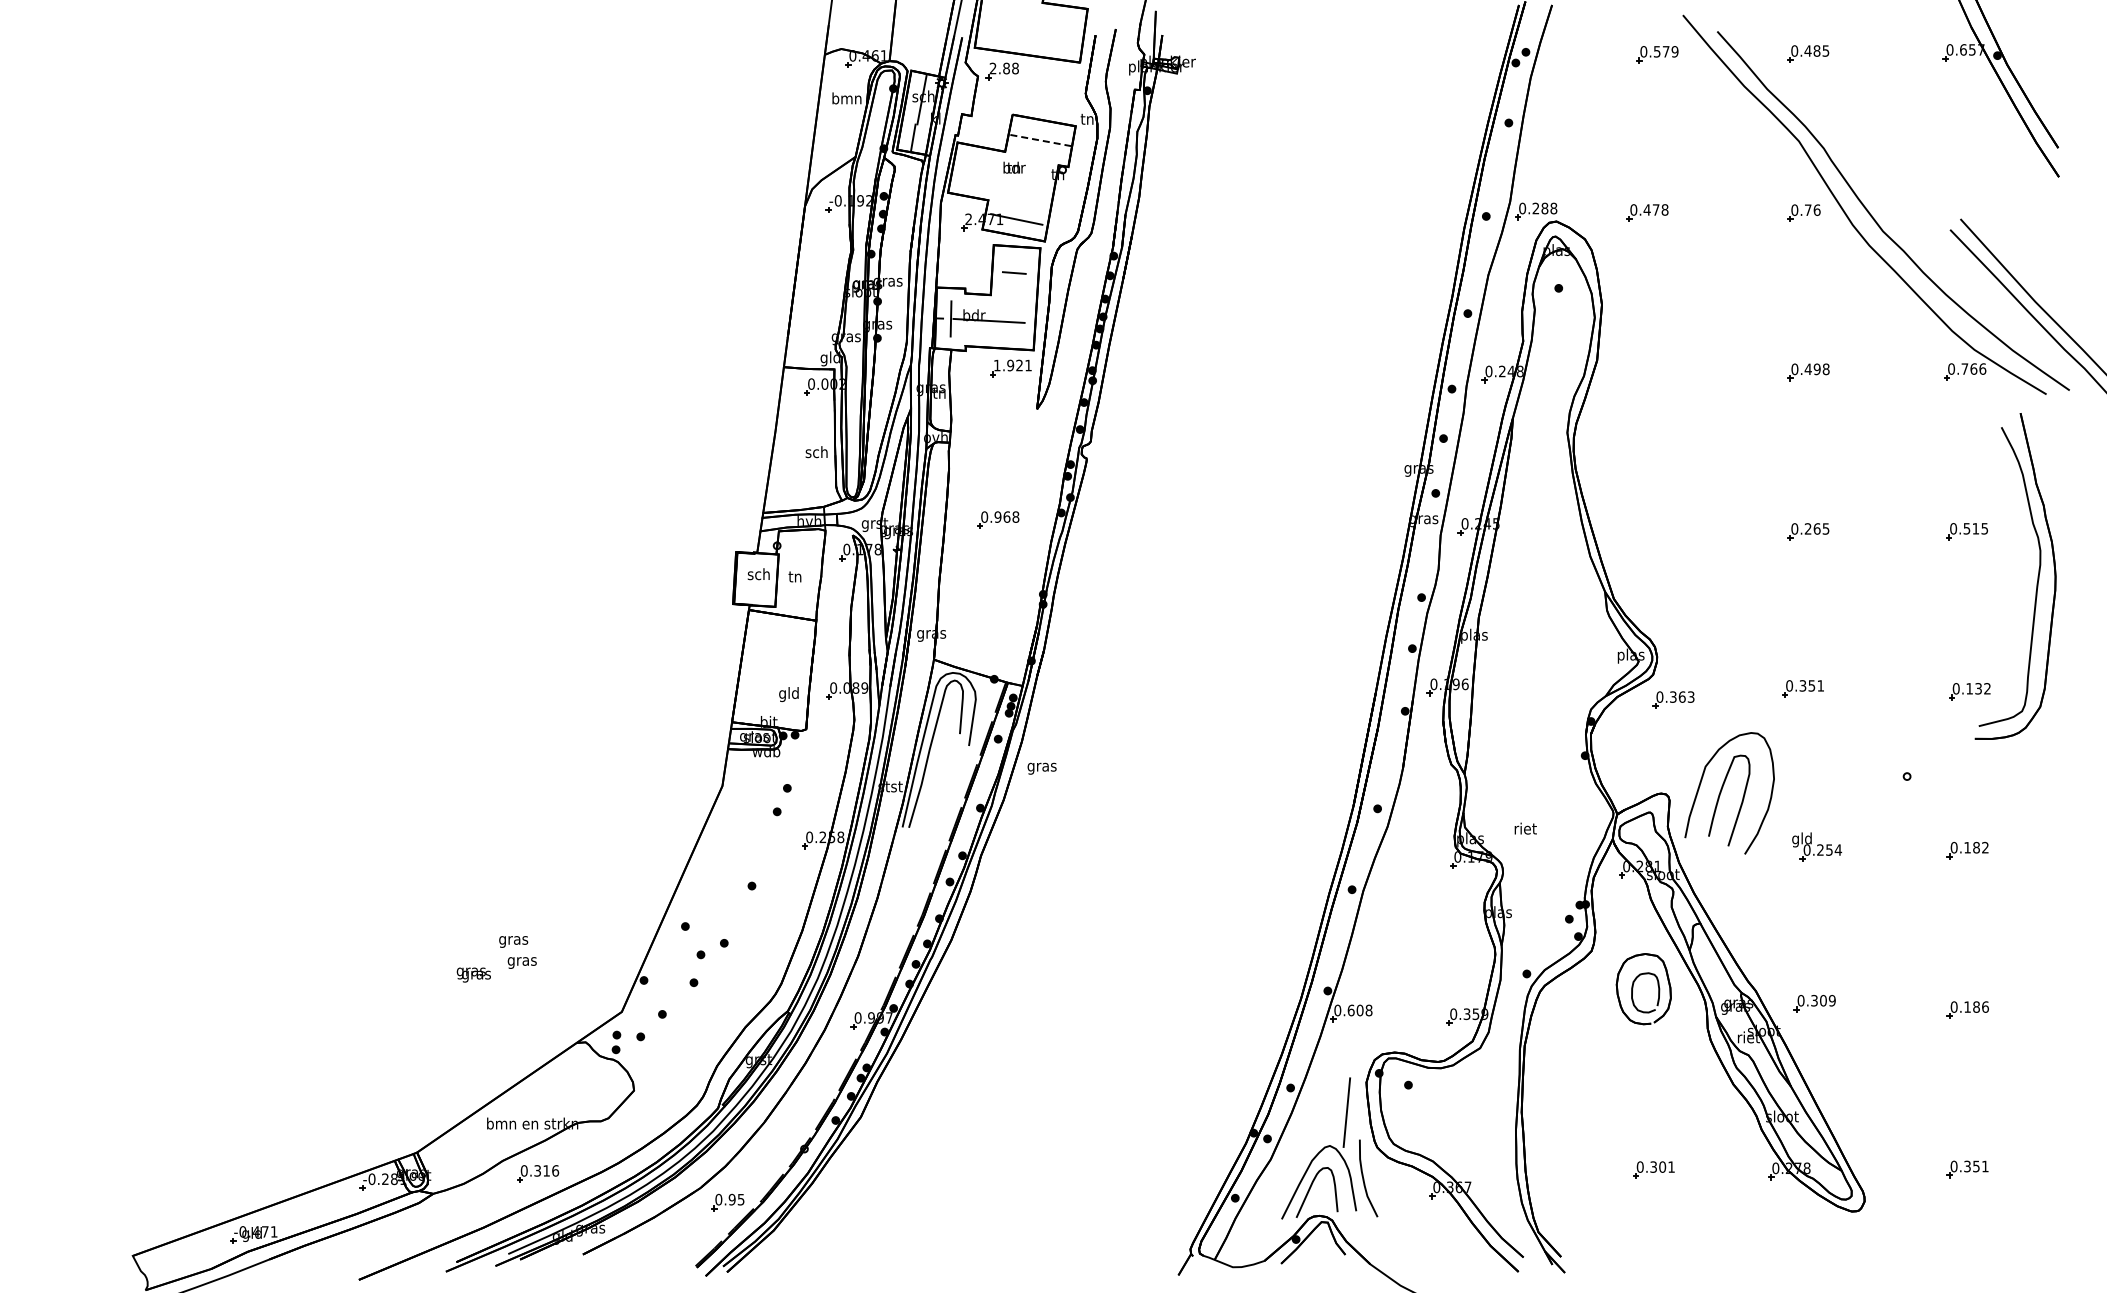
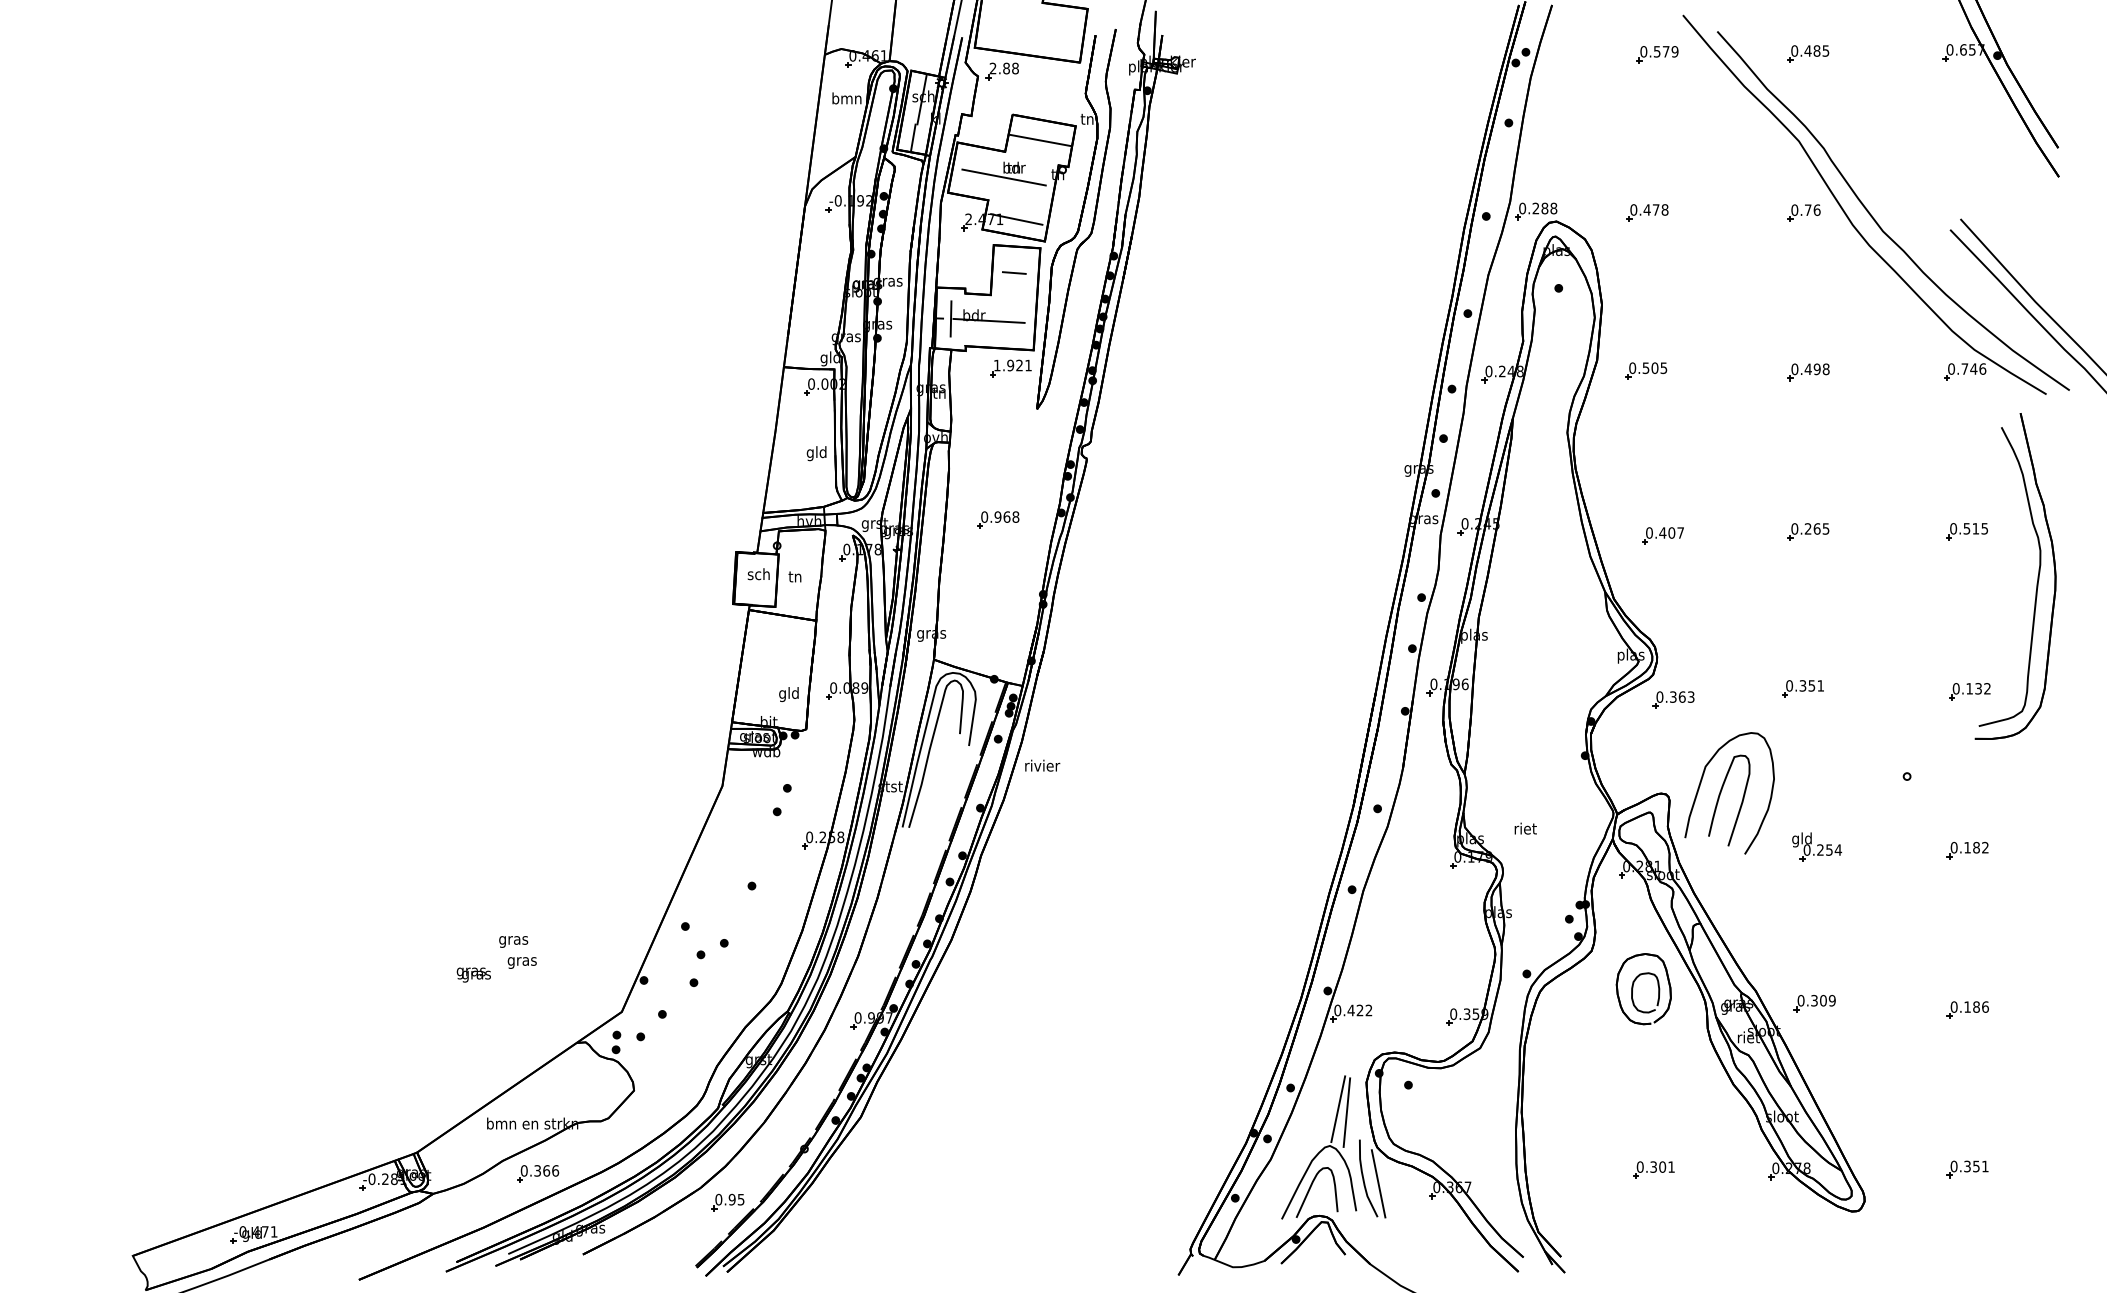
line at (1040, 140): dashed -> solid
line at (1003, 177): none -> present
text at (1973, 368): 0.766 -> 0.746
part at (1646, 370): none -> present
text at (816, 453): sch -> gld
part at (1662, 535): none -> present
text at (1042, 766): gras -> rivier
text at (1359, 1010): 0.608 -> 0.422
line at (1338, 1109): none -> present
text at (546, 1170): 0.316 -> 0.366
line at (1378, 1183): none -> present
